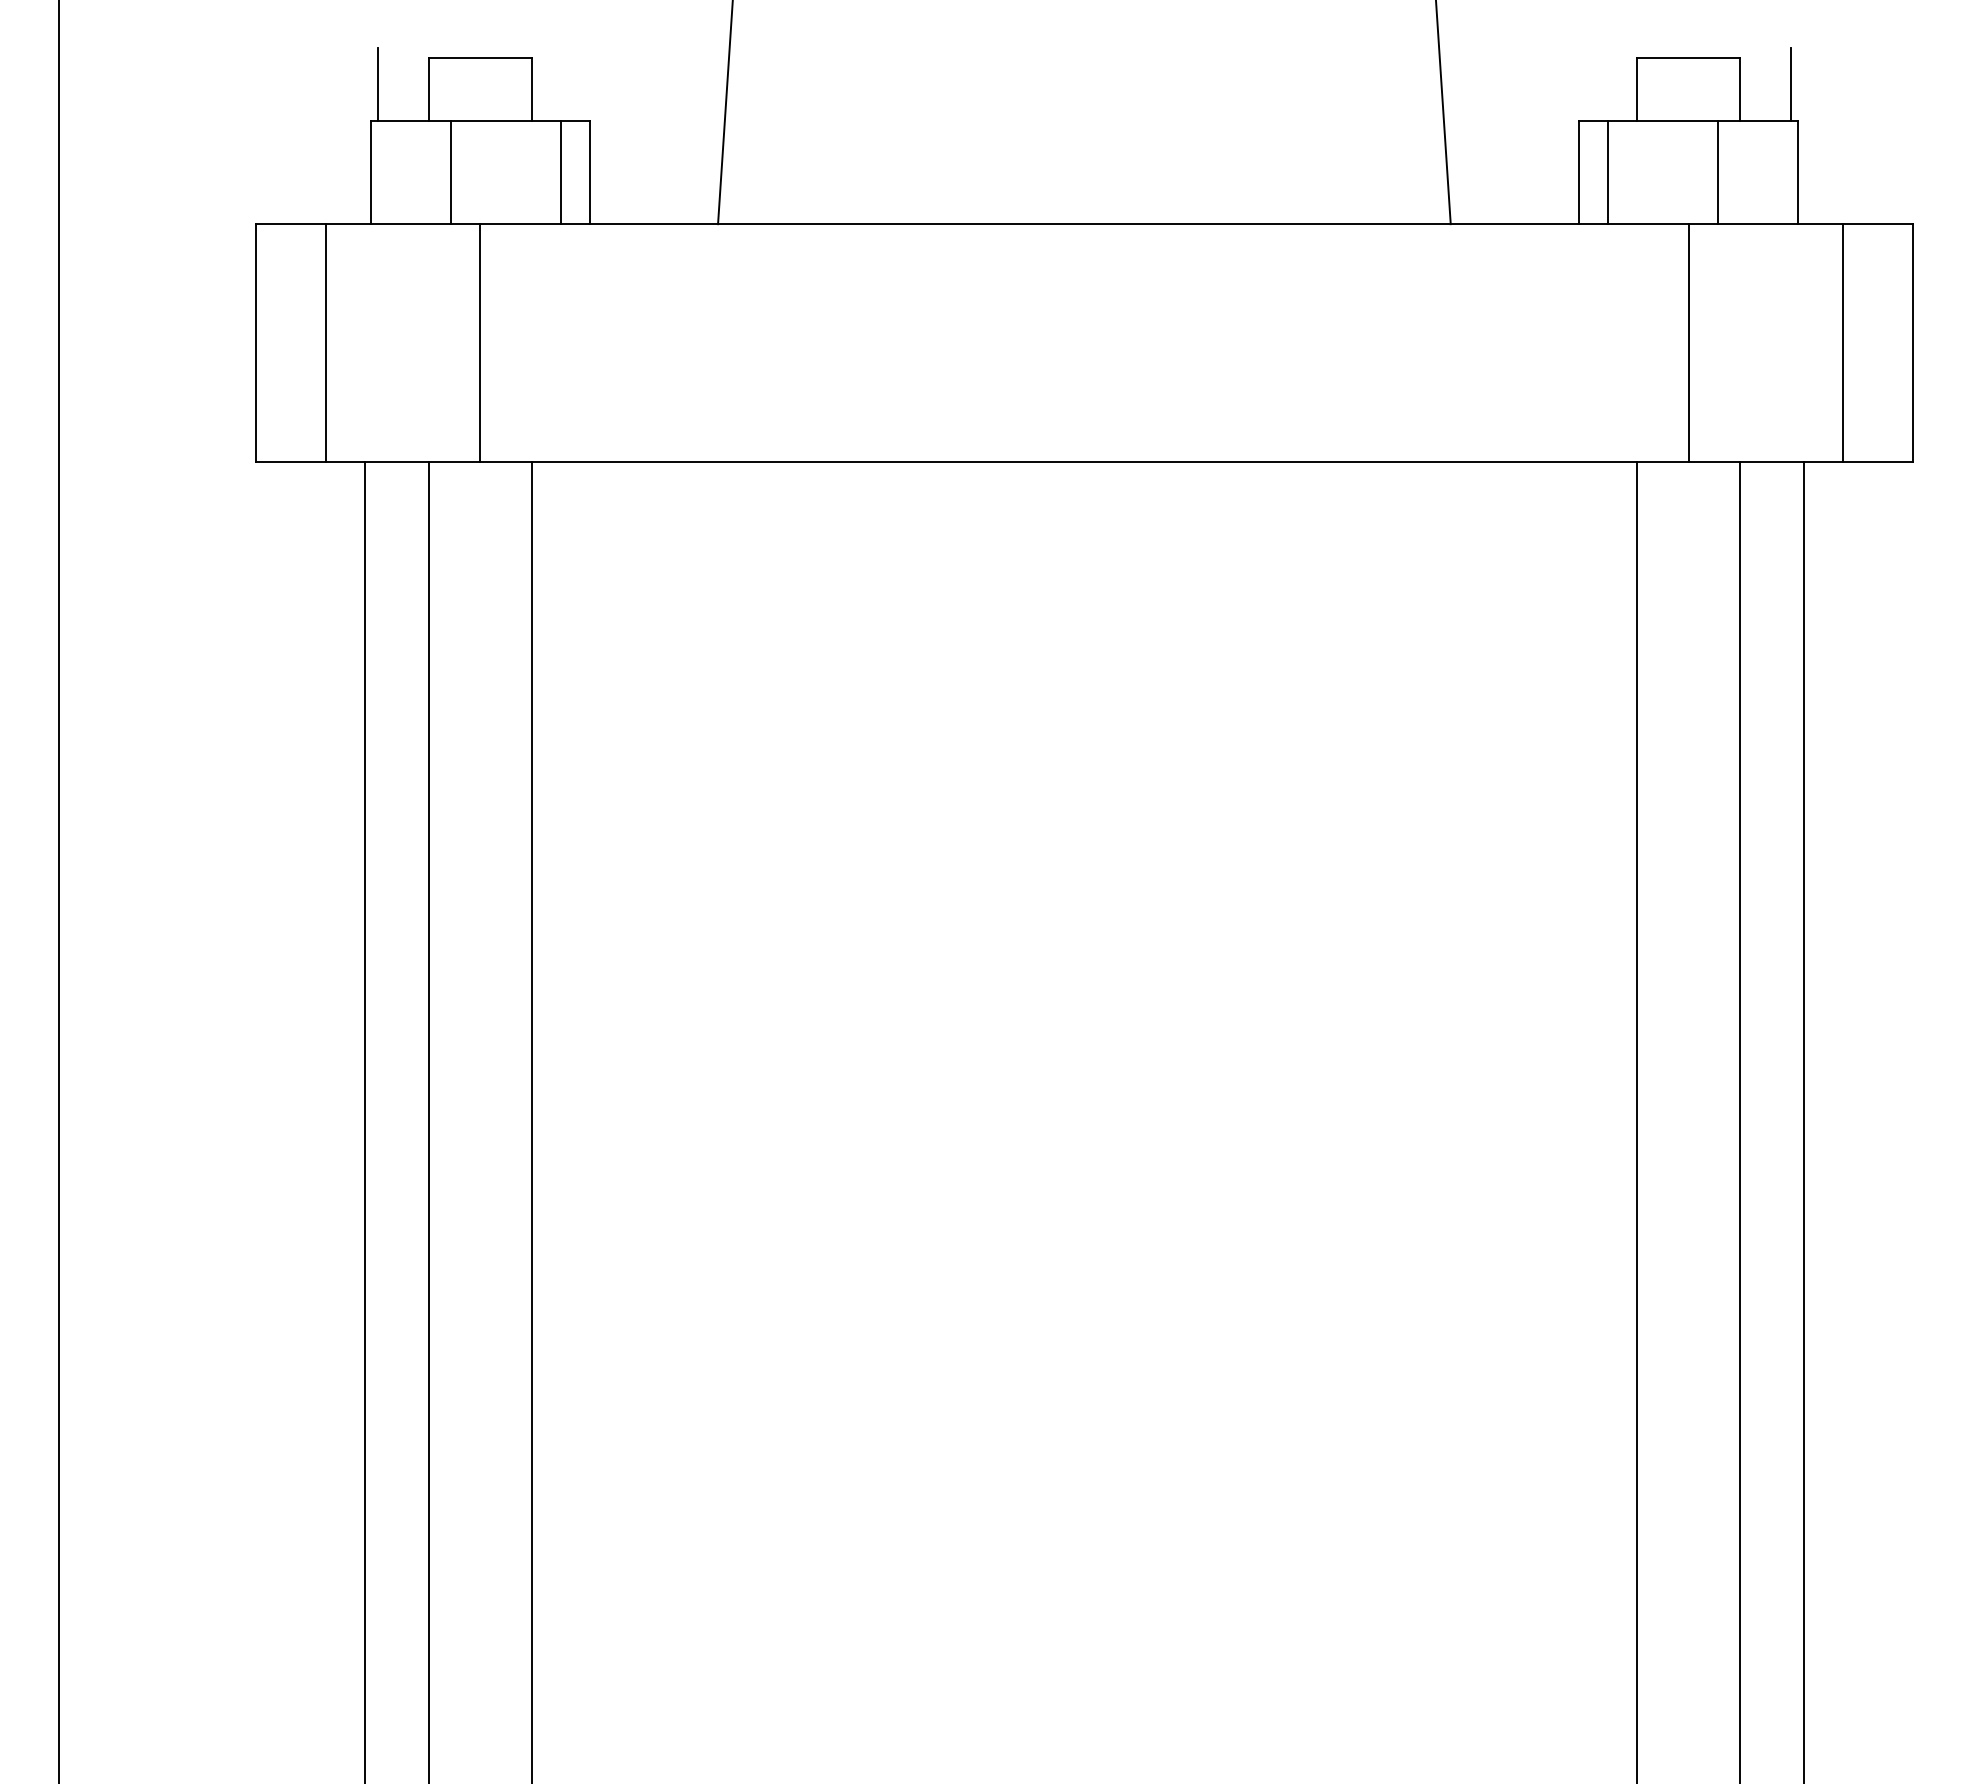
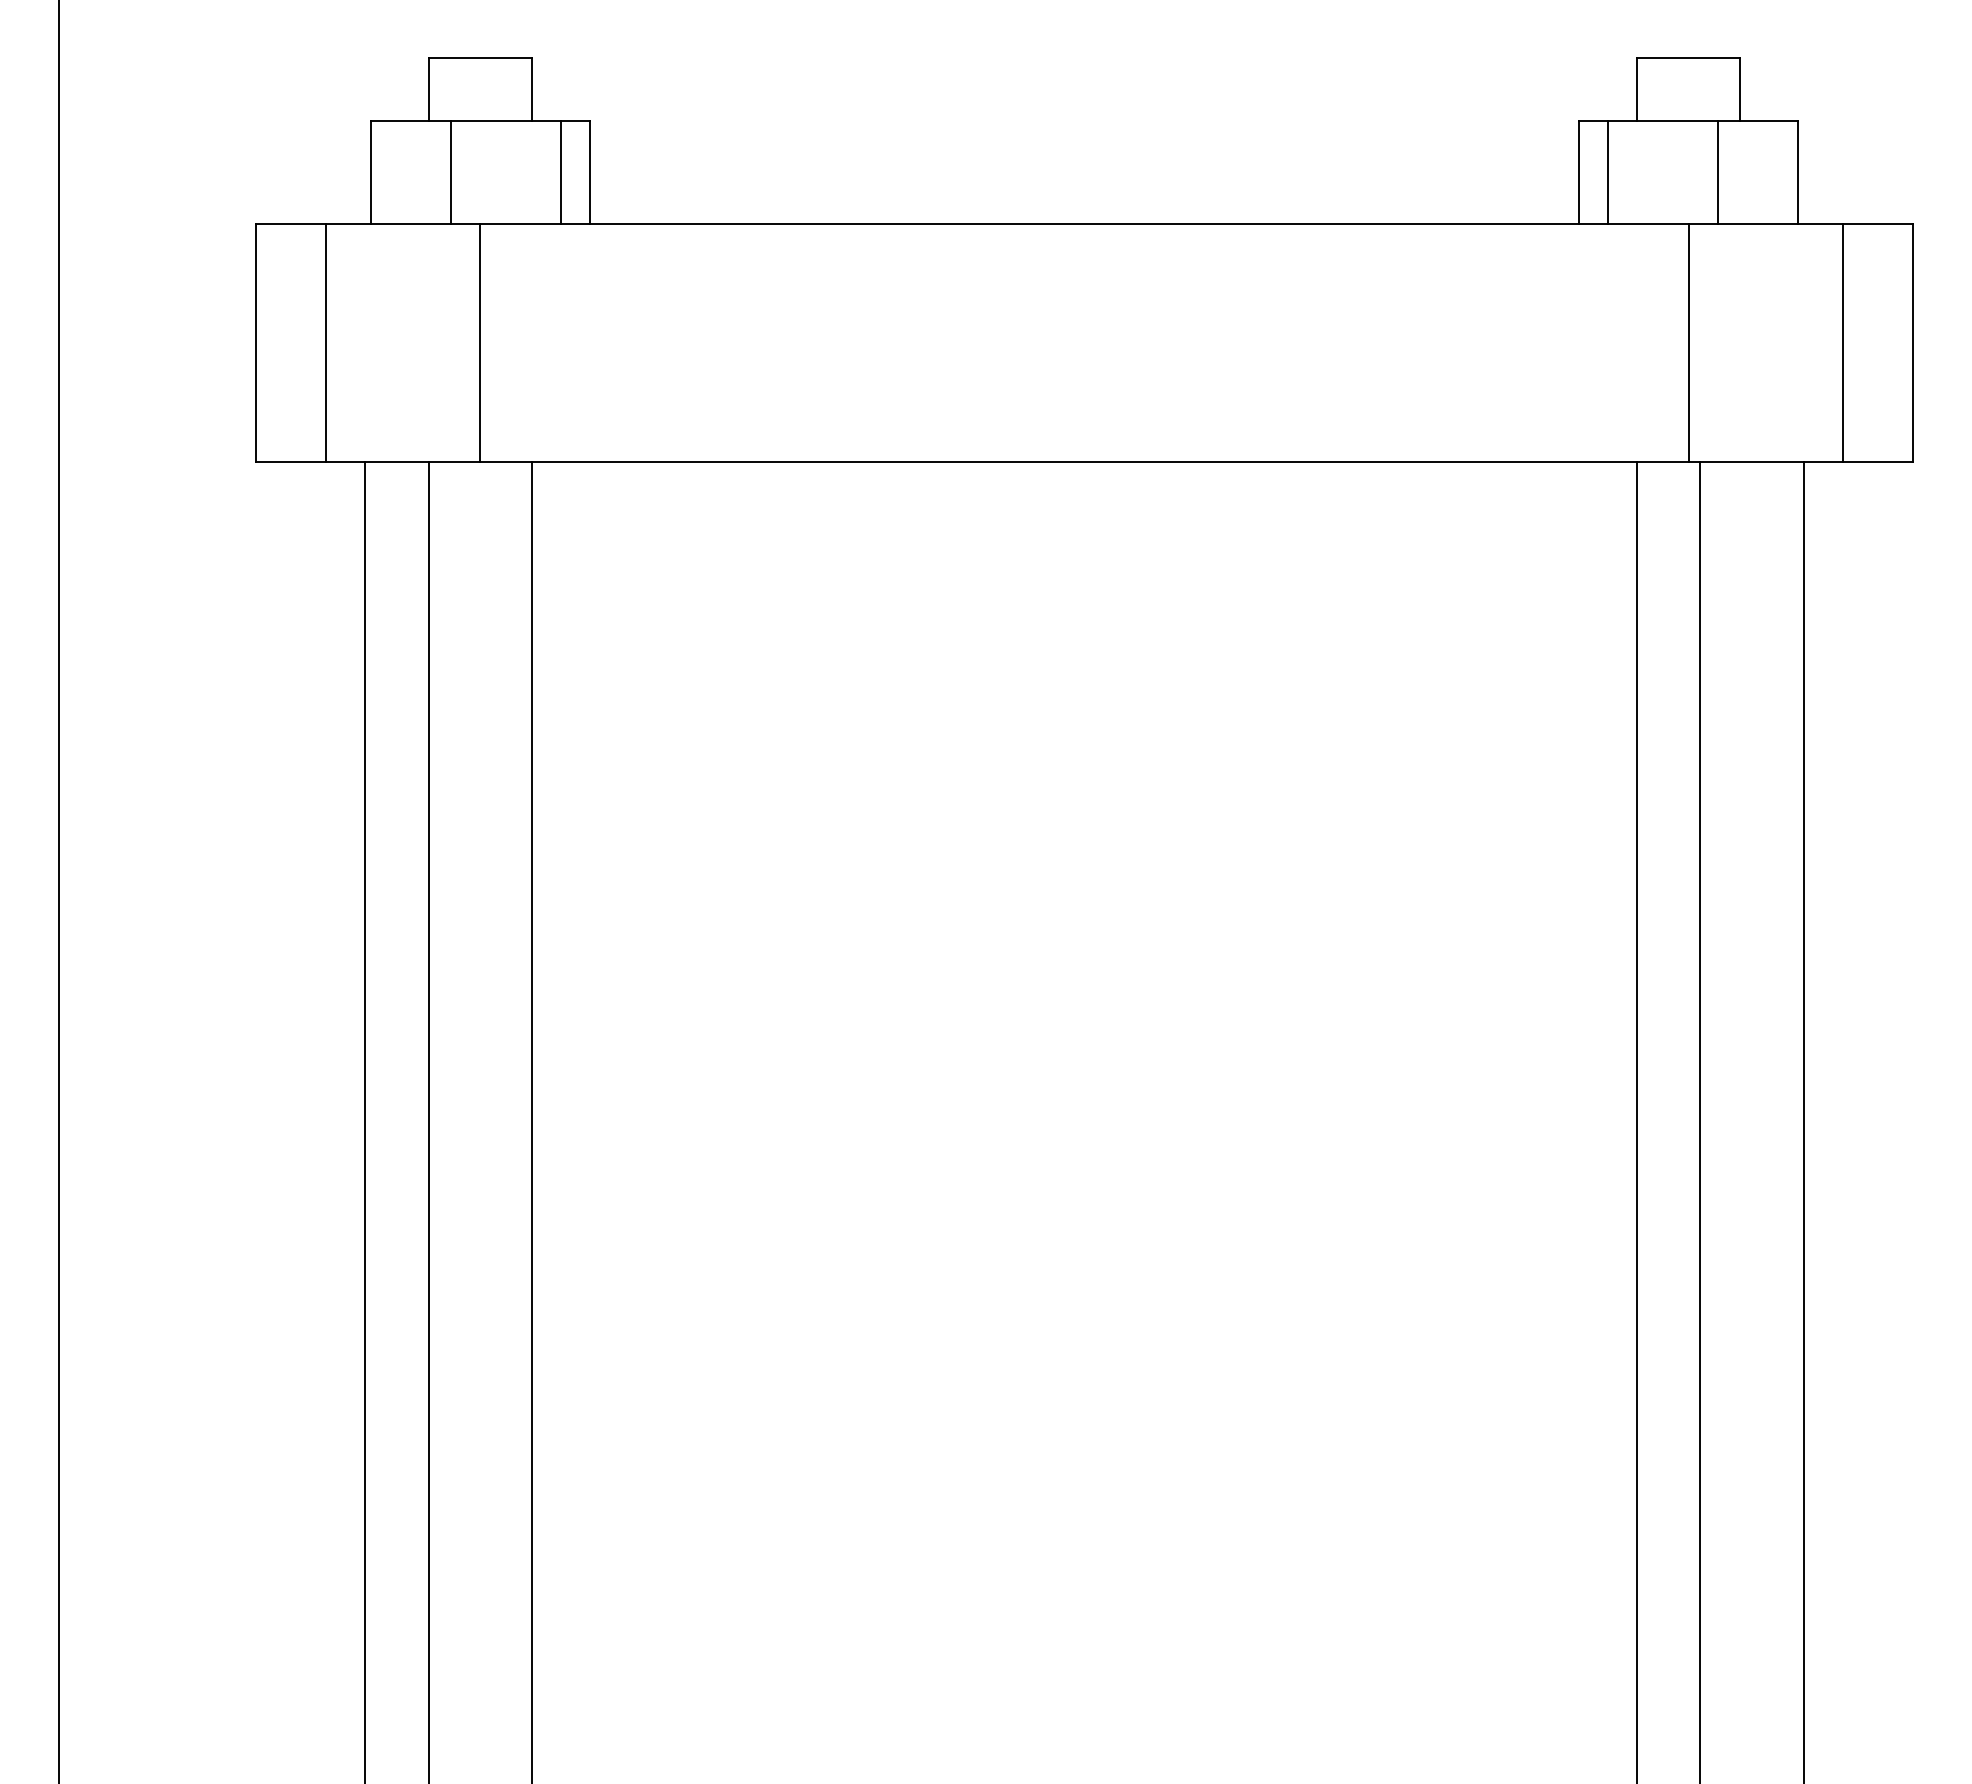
line at (377, 84): present -> none
line at (1791, 84): present -> none
line at (725, 113): present -> none
line at (1443, 113): present -> none
line at (1740, 1121) position: (1740, 1121) -> (1700, 1121)
